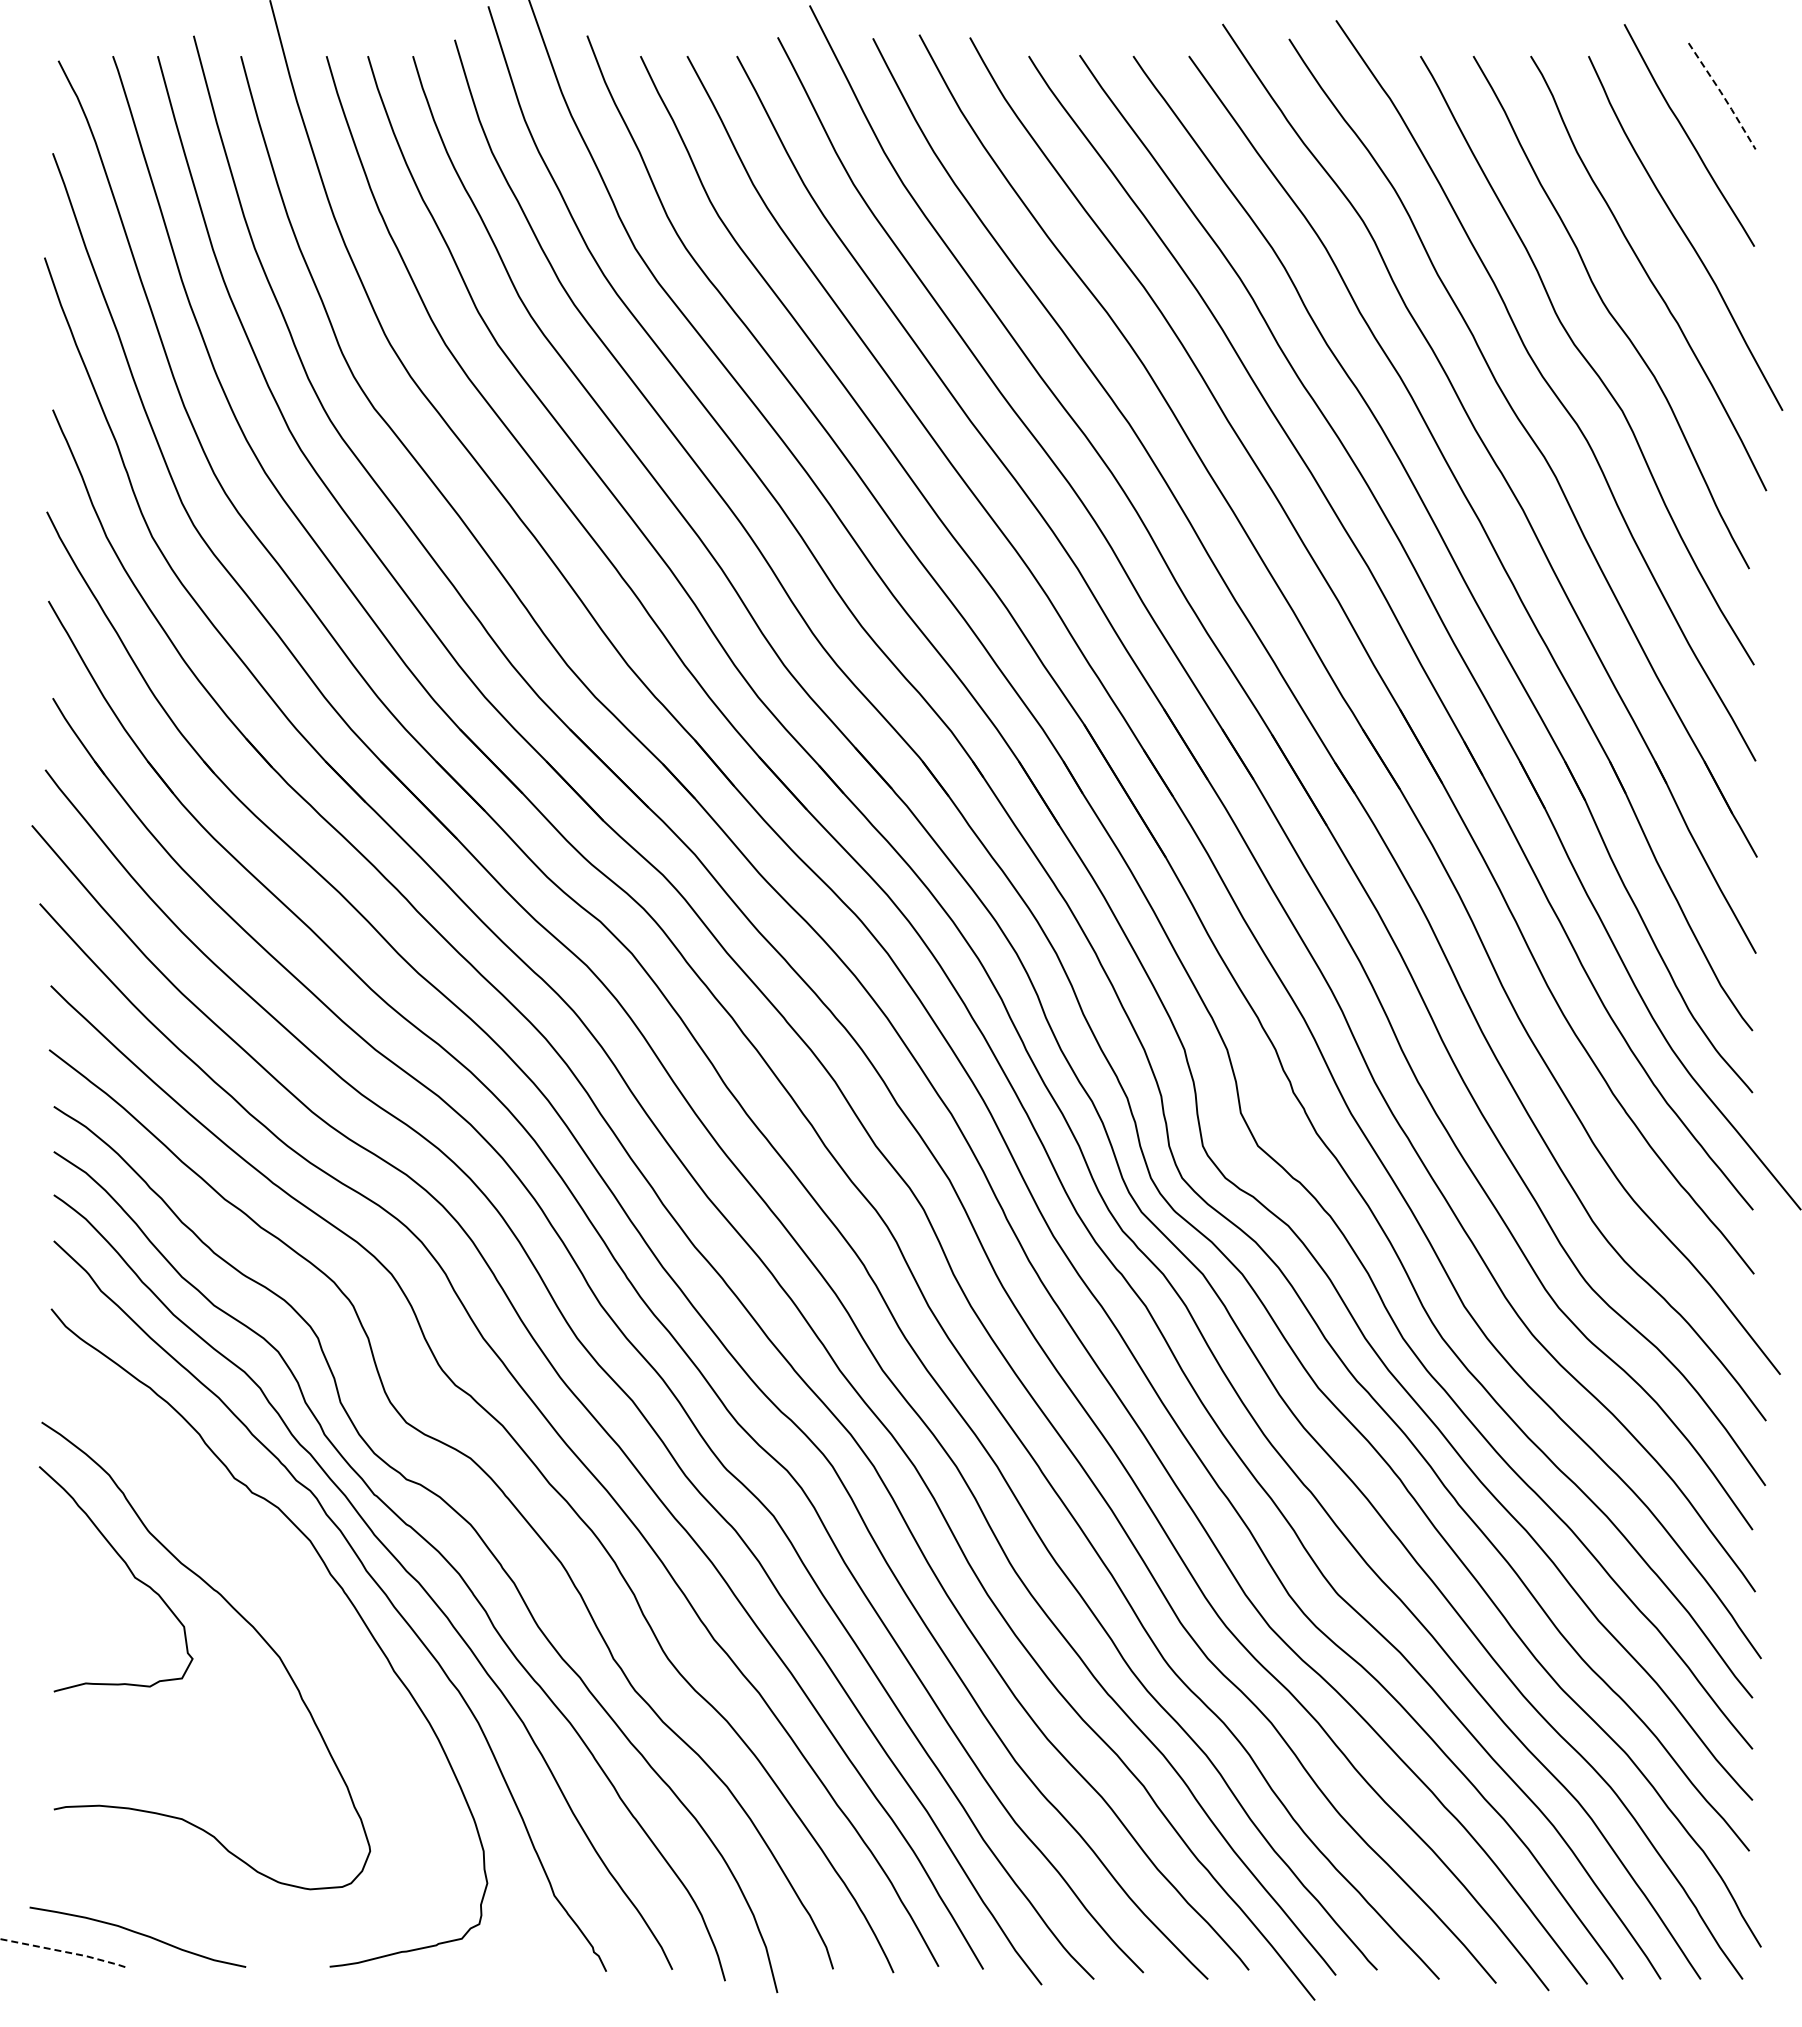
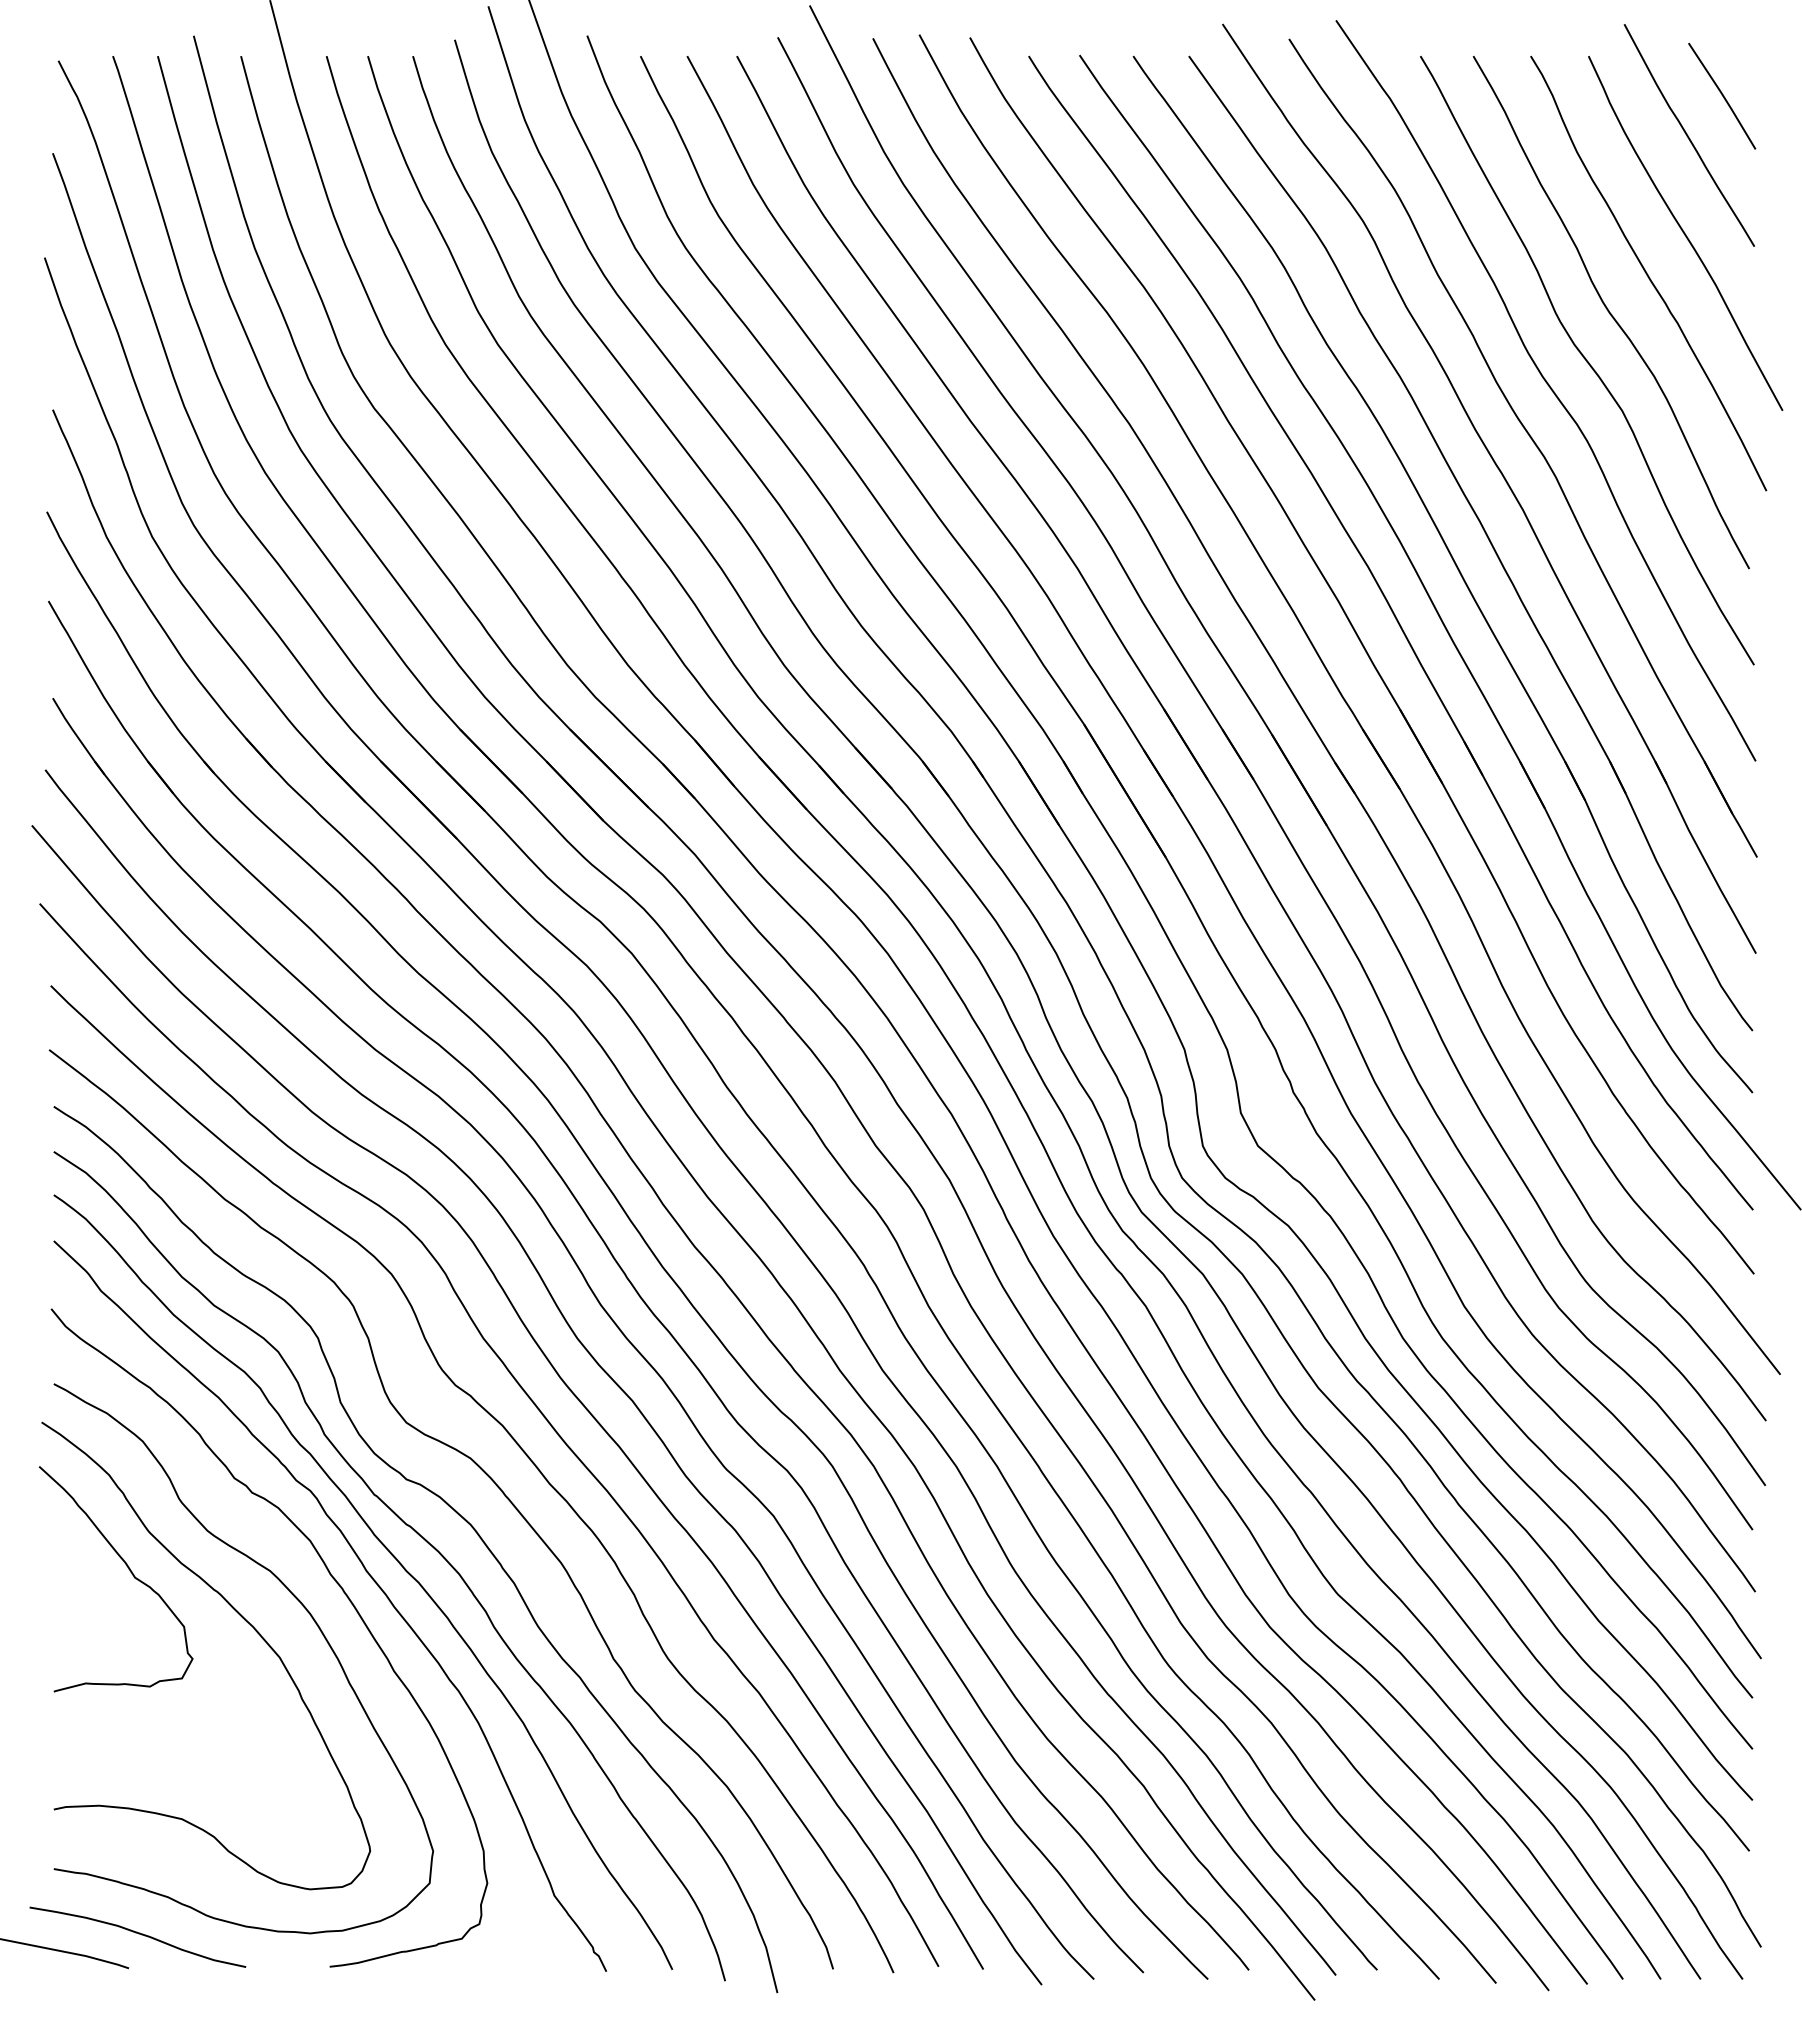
line at (1723, 96): dashed -> solid
curve at (302, 1606): none -> present
line at (66, 1952): dashed -> solid
